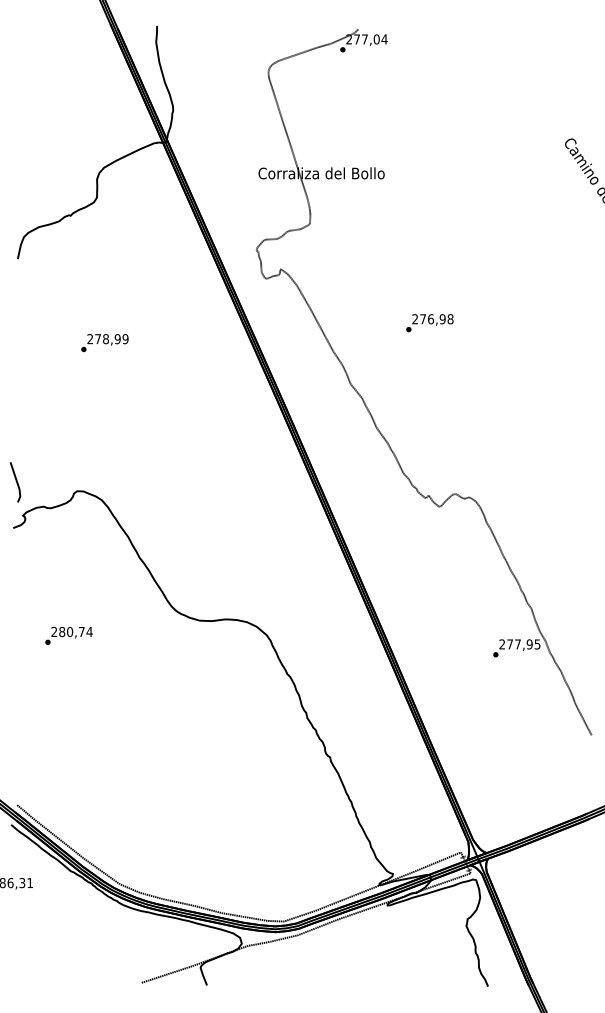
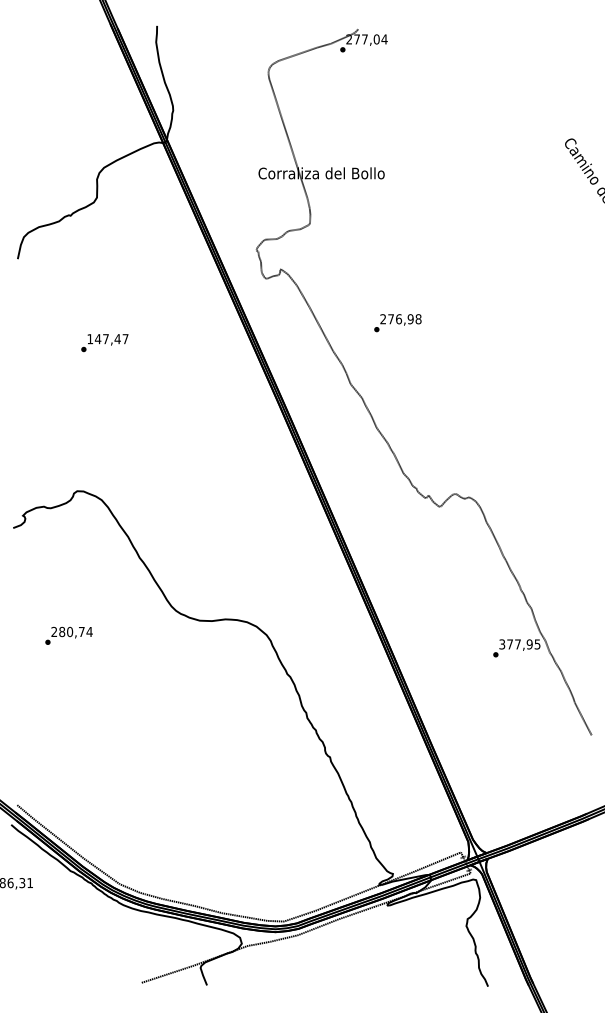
text at (429, 323) position: (429, 323) -> (397, 323)
text at (107, 339): 278,99 -> 147,47
line at (16, 482): present -> none
text at (502, 644): 277,95 -> 377,95
